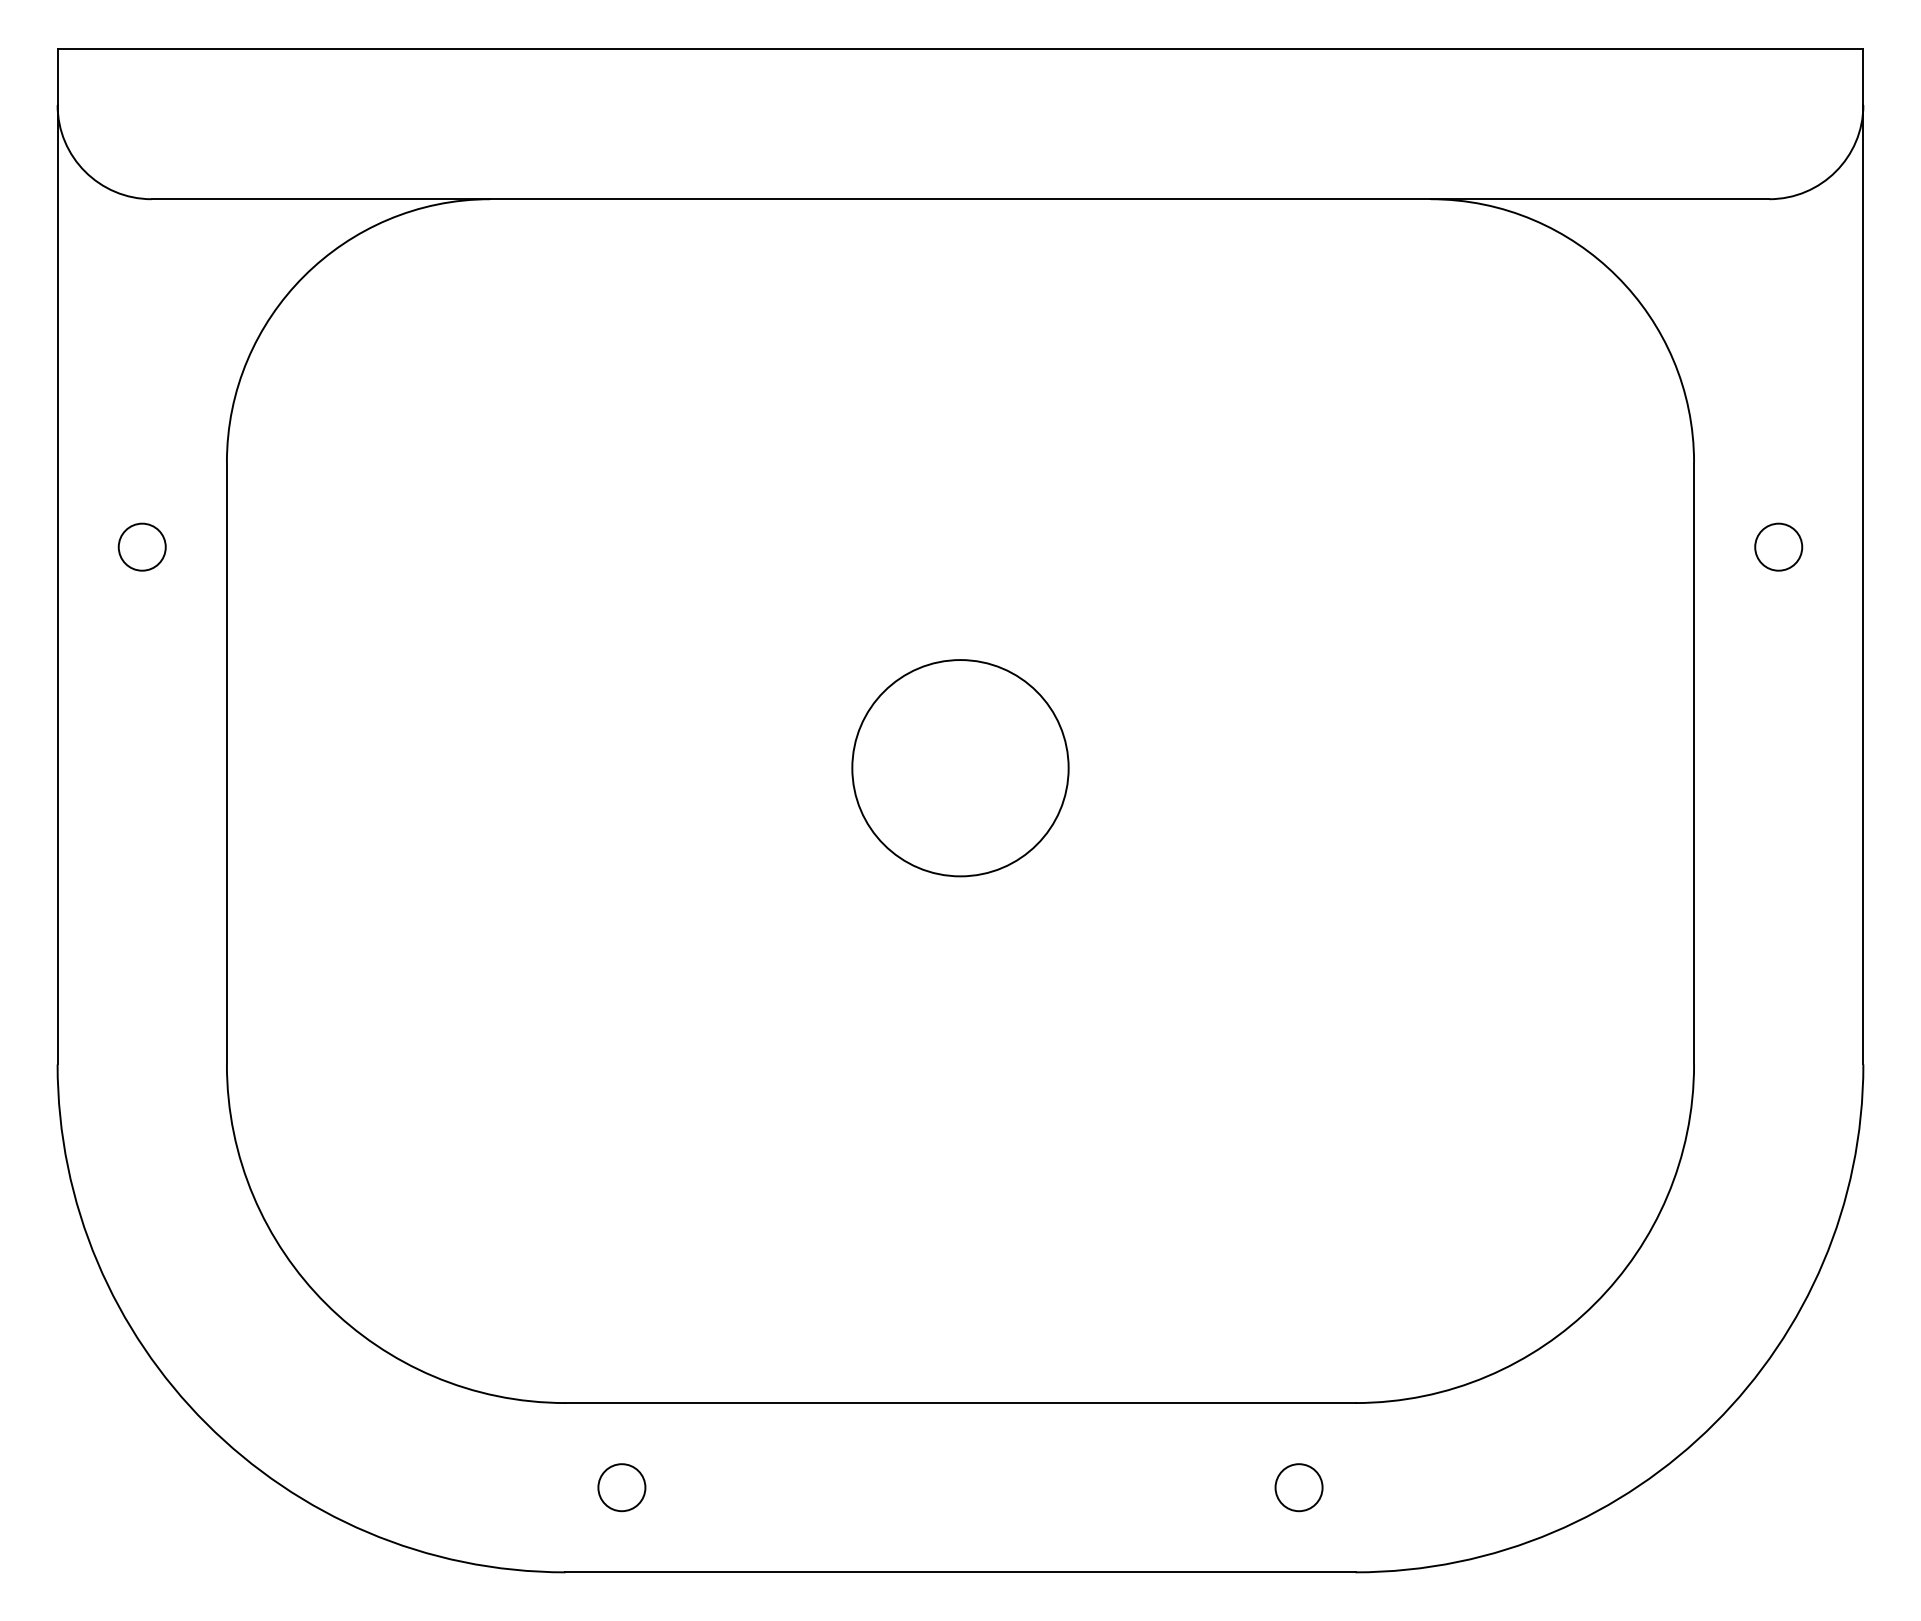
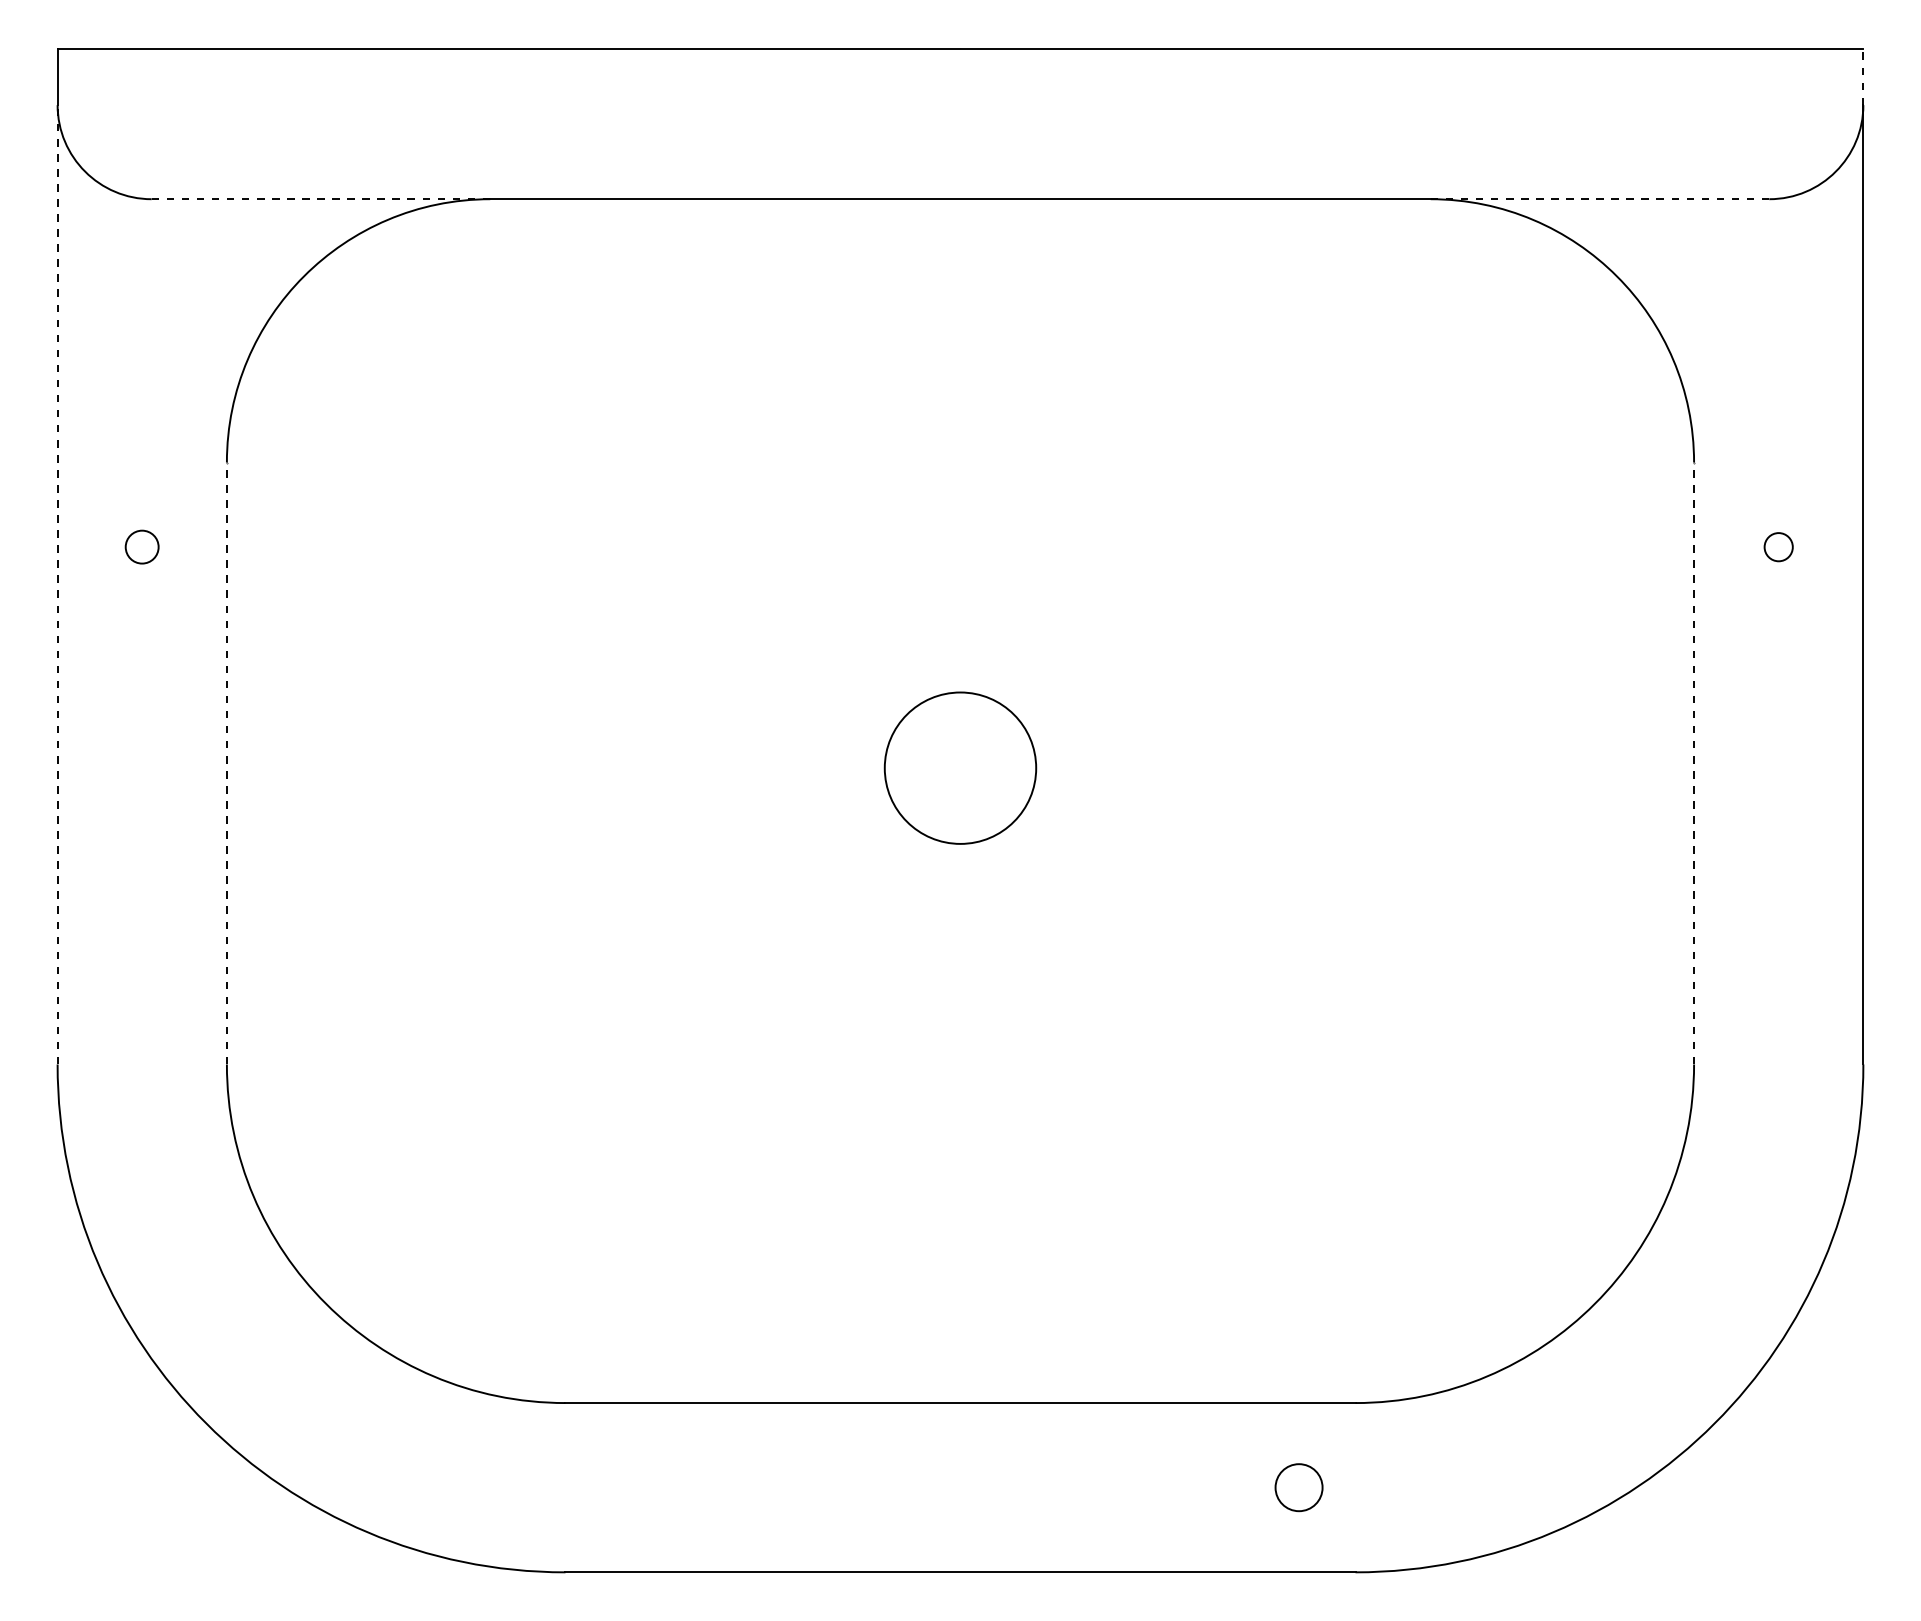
line at (1863, 76): solid -> dashed
line at (321, 199): solid -> dashed
line at (1600, 199): solid -> dashed
circle at (141, 546) size: 50x50 px -> 36x36 px
circle at (1778, 546) diameter: 47 px -> 28 px
line at (57, 584): solid -> dashed
line at (226, 763): solid -> dashed
line at (1694, 763): solid -> dashed
circle at (960, 768) diameter: 216 px -> 151 px
circle at (621, 1487): present -> none
